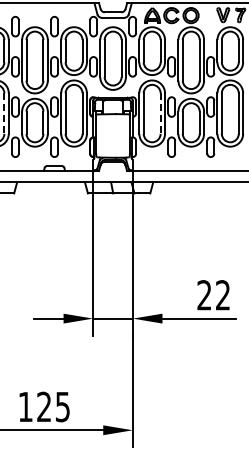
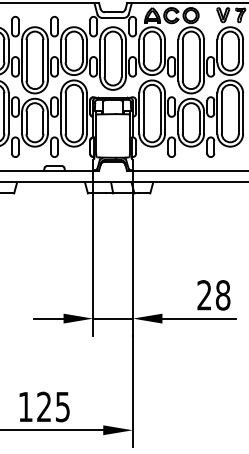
line at (4, 114): dashed -> solid
line at (160, 114): dashed -> solid
text at (222, 295): 22 -> 28
